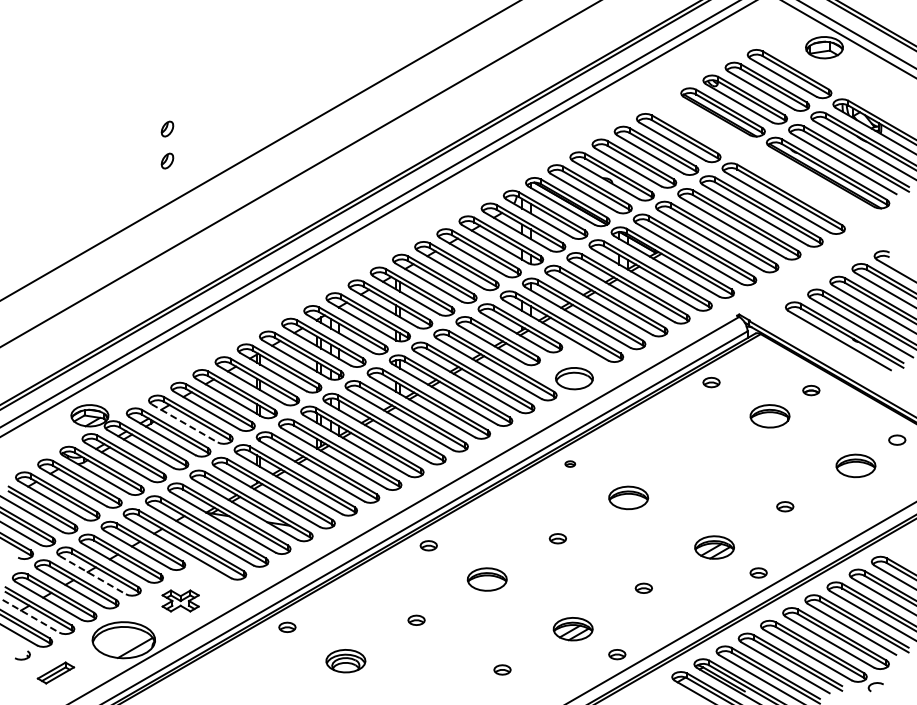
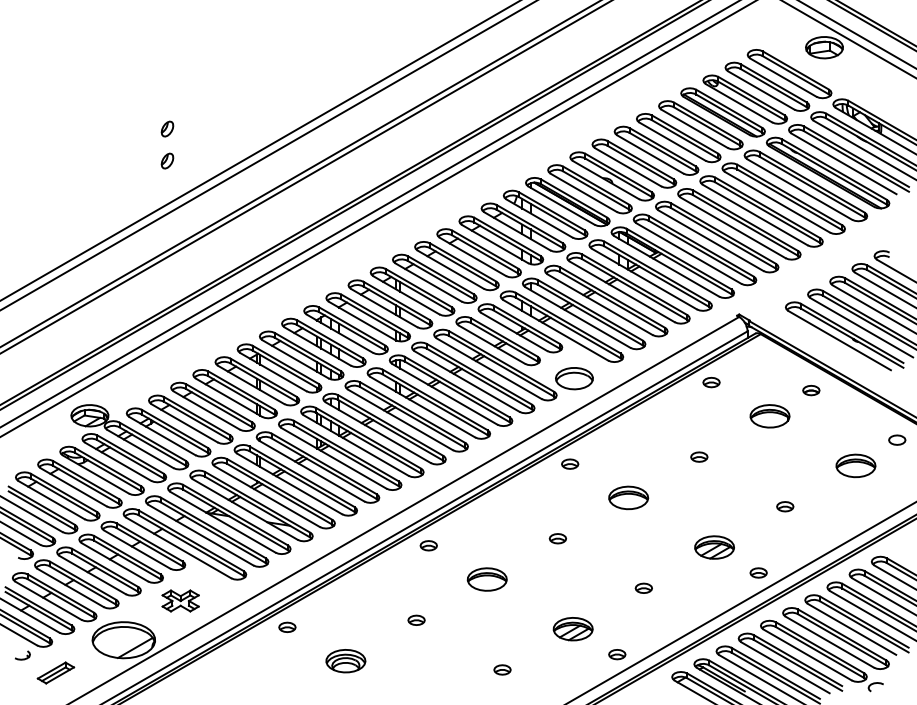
line at (268, 155): none -> present
part at (763, 161): none -> present
line at (305, 177): none -> present
line at (185, 423): dashed -> solid
part at (699, 456): none -> present
part at (570, 463) size: 13x8 px -> 19x12 px
line at (93, 575): dashed -> solid
line at (30, 615): dashed -> solid
